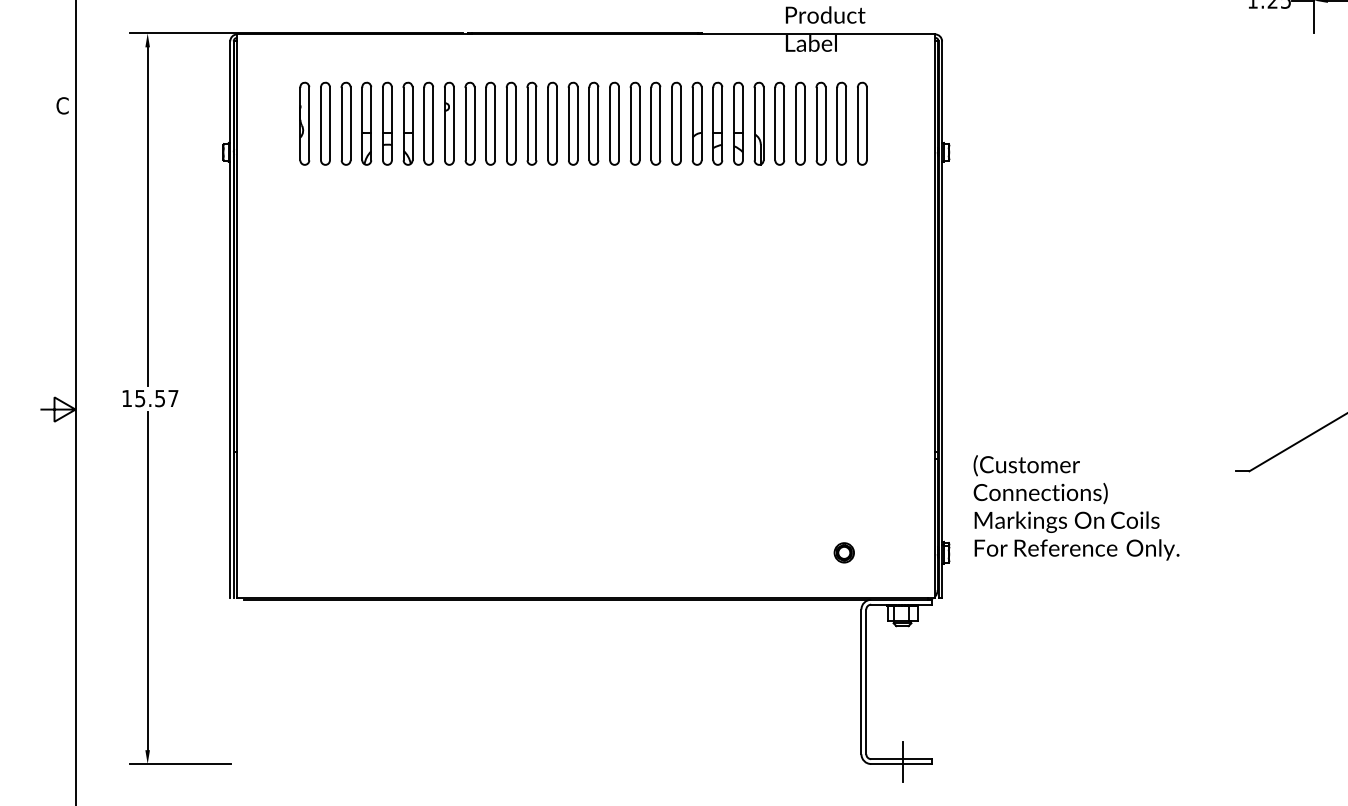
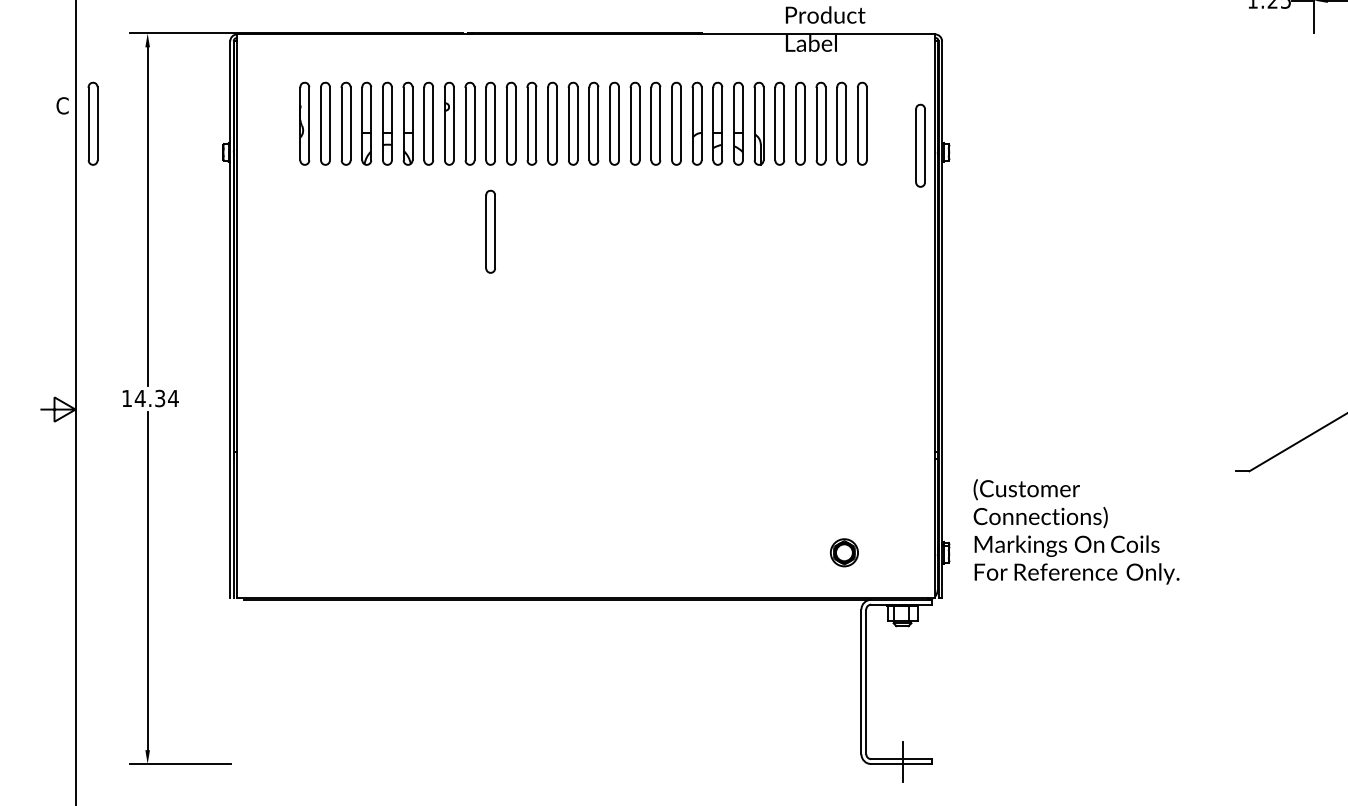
part at (92, 123): none -> present
part at (920, 145): none -> present
part at (490, 231): none -> present
text at (156, 398): 15.57 -> 14.34
text at (1076, 507) position: (1076, 507) -> (1076, 531)
part at (843, 552) size: 22x22 px -> 29x30 px
